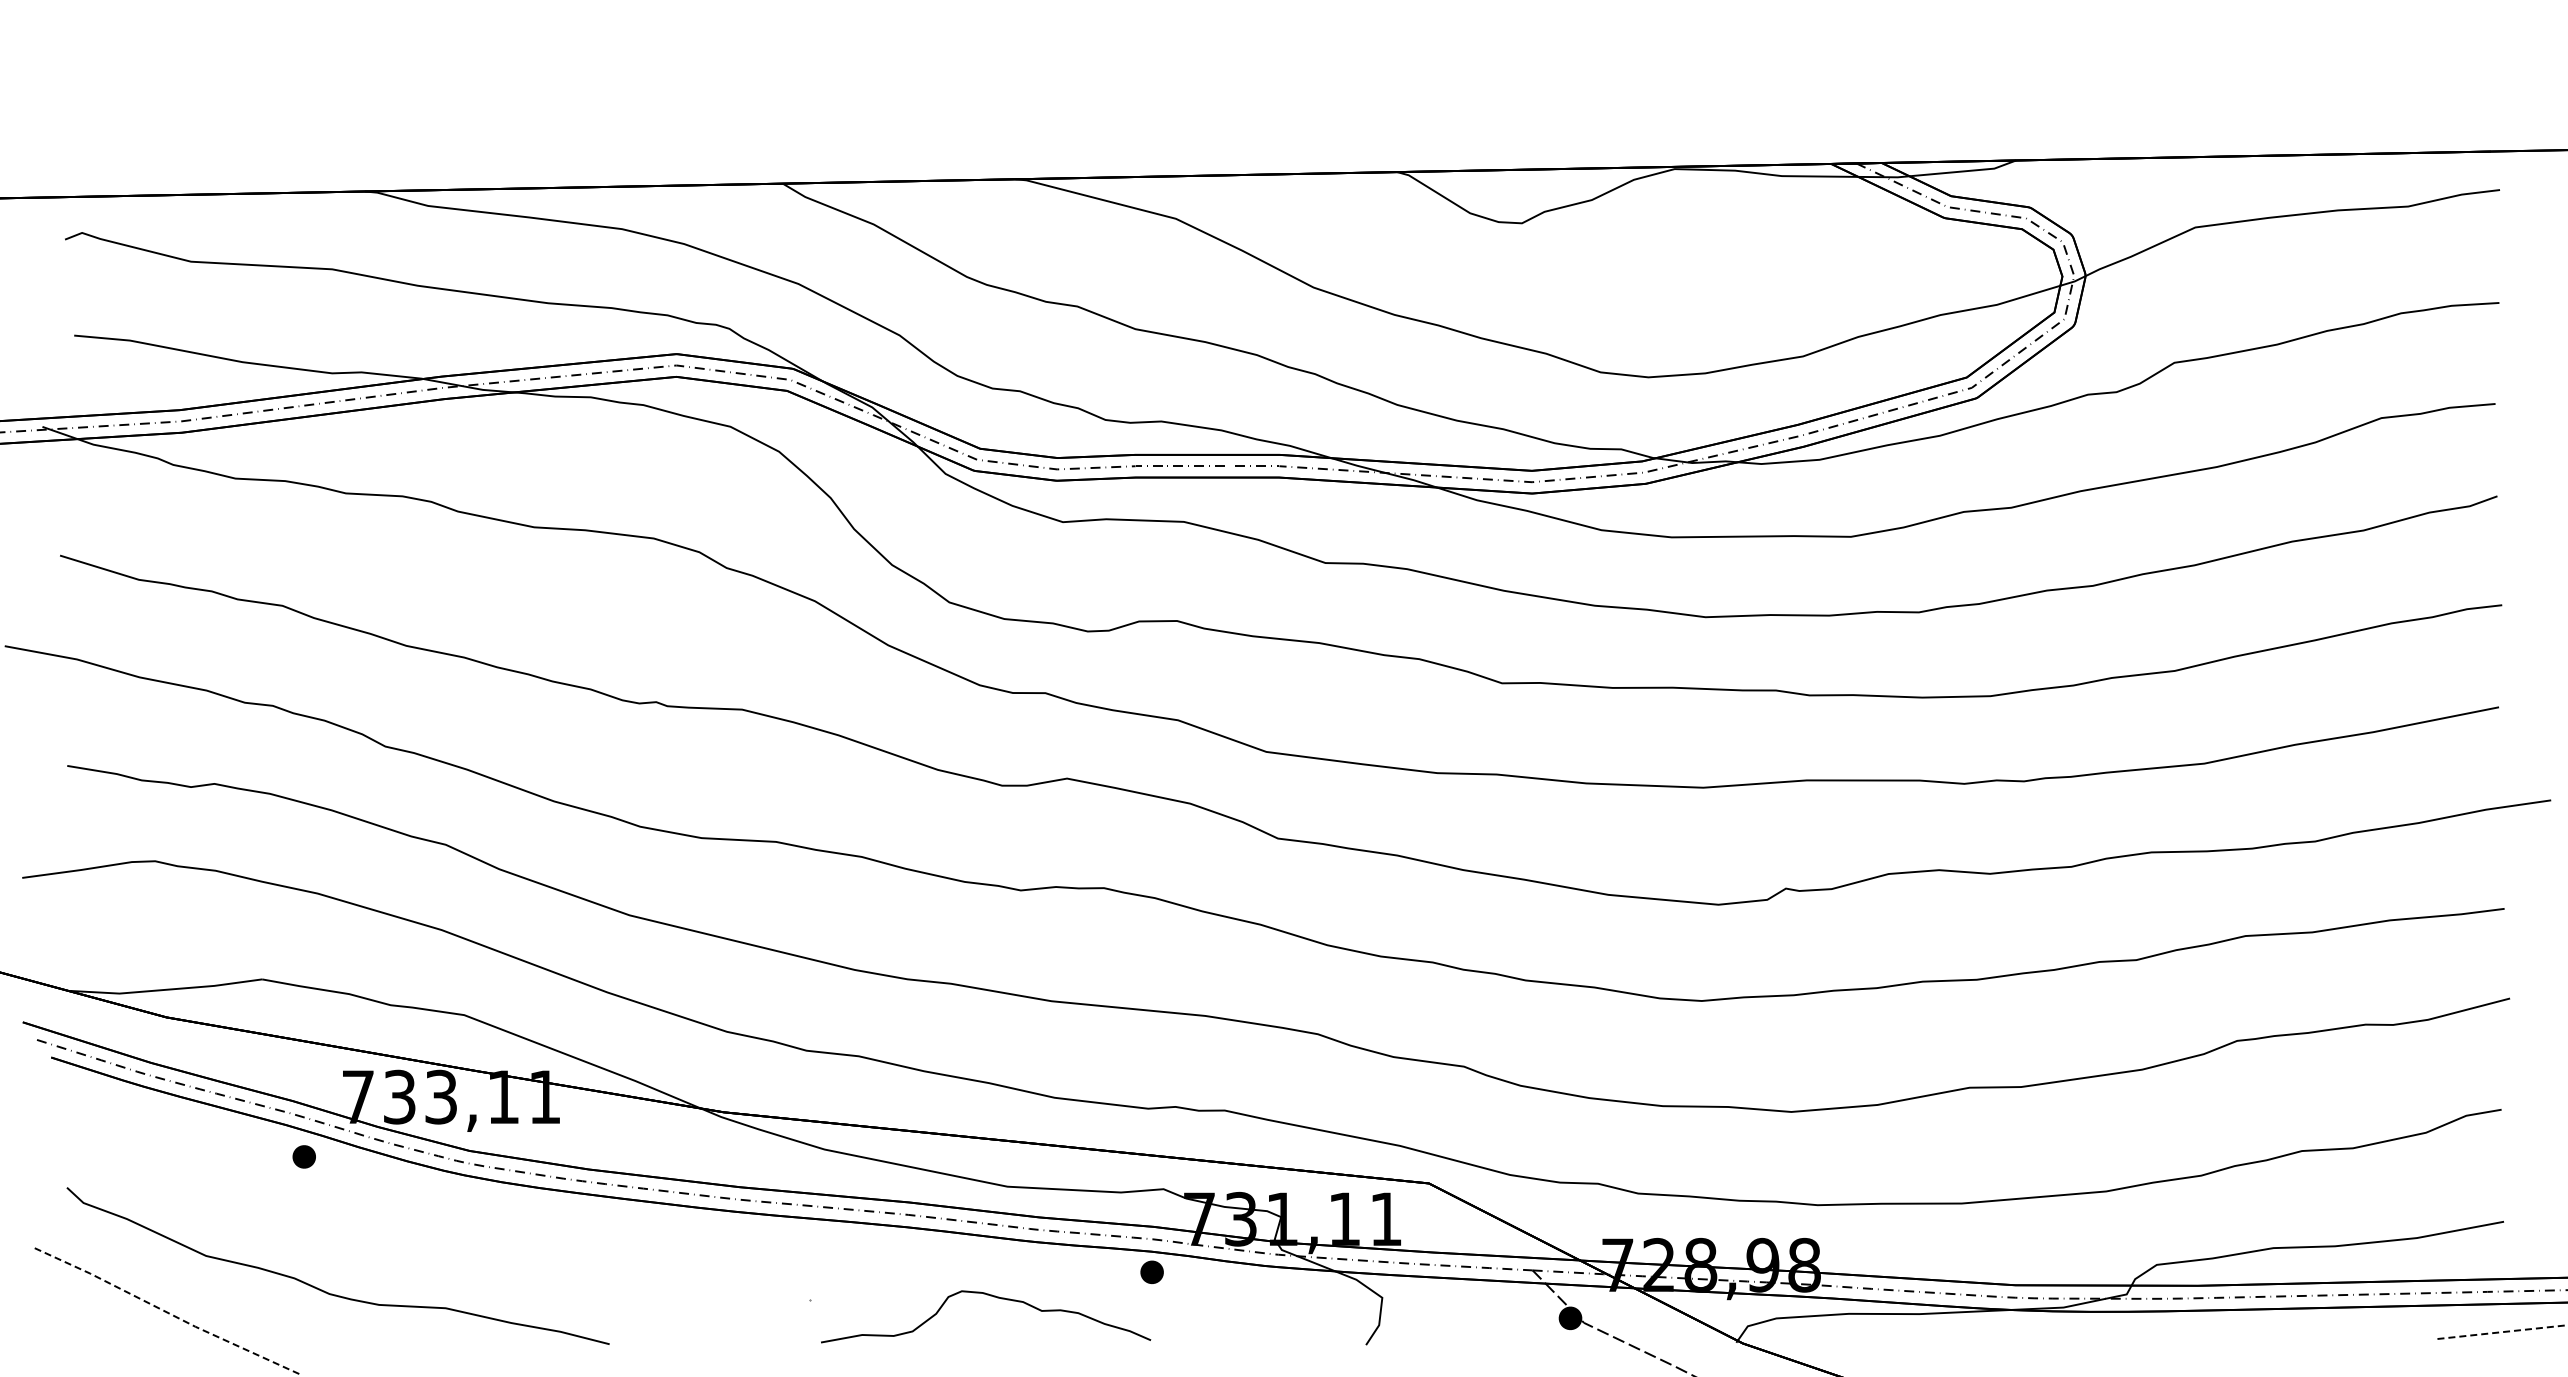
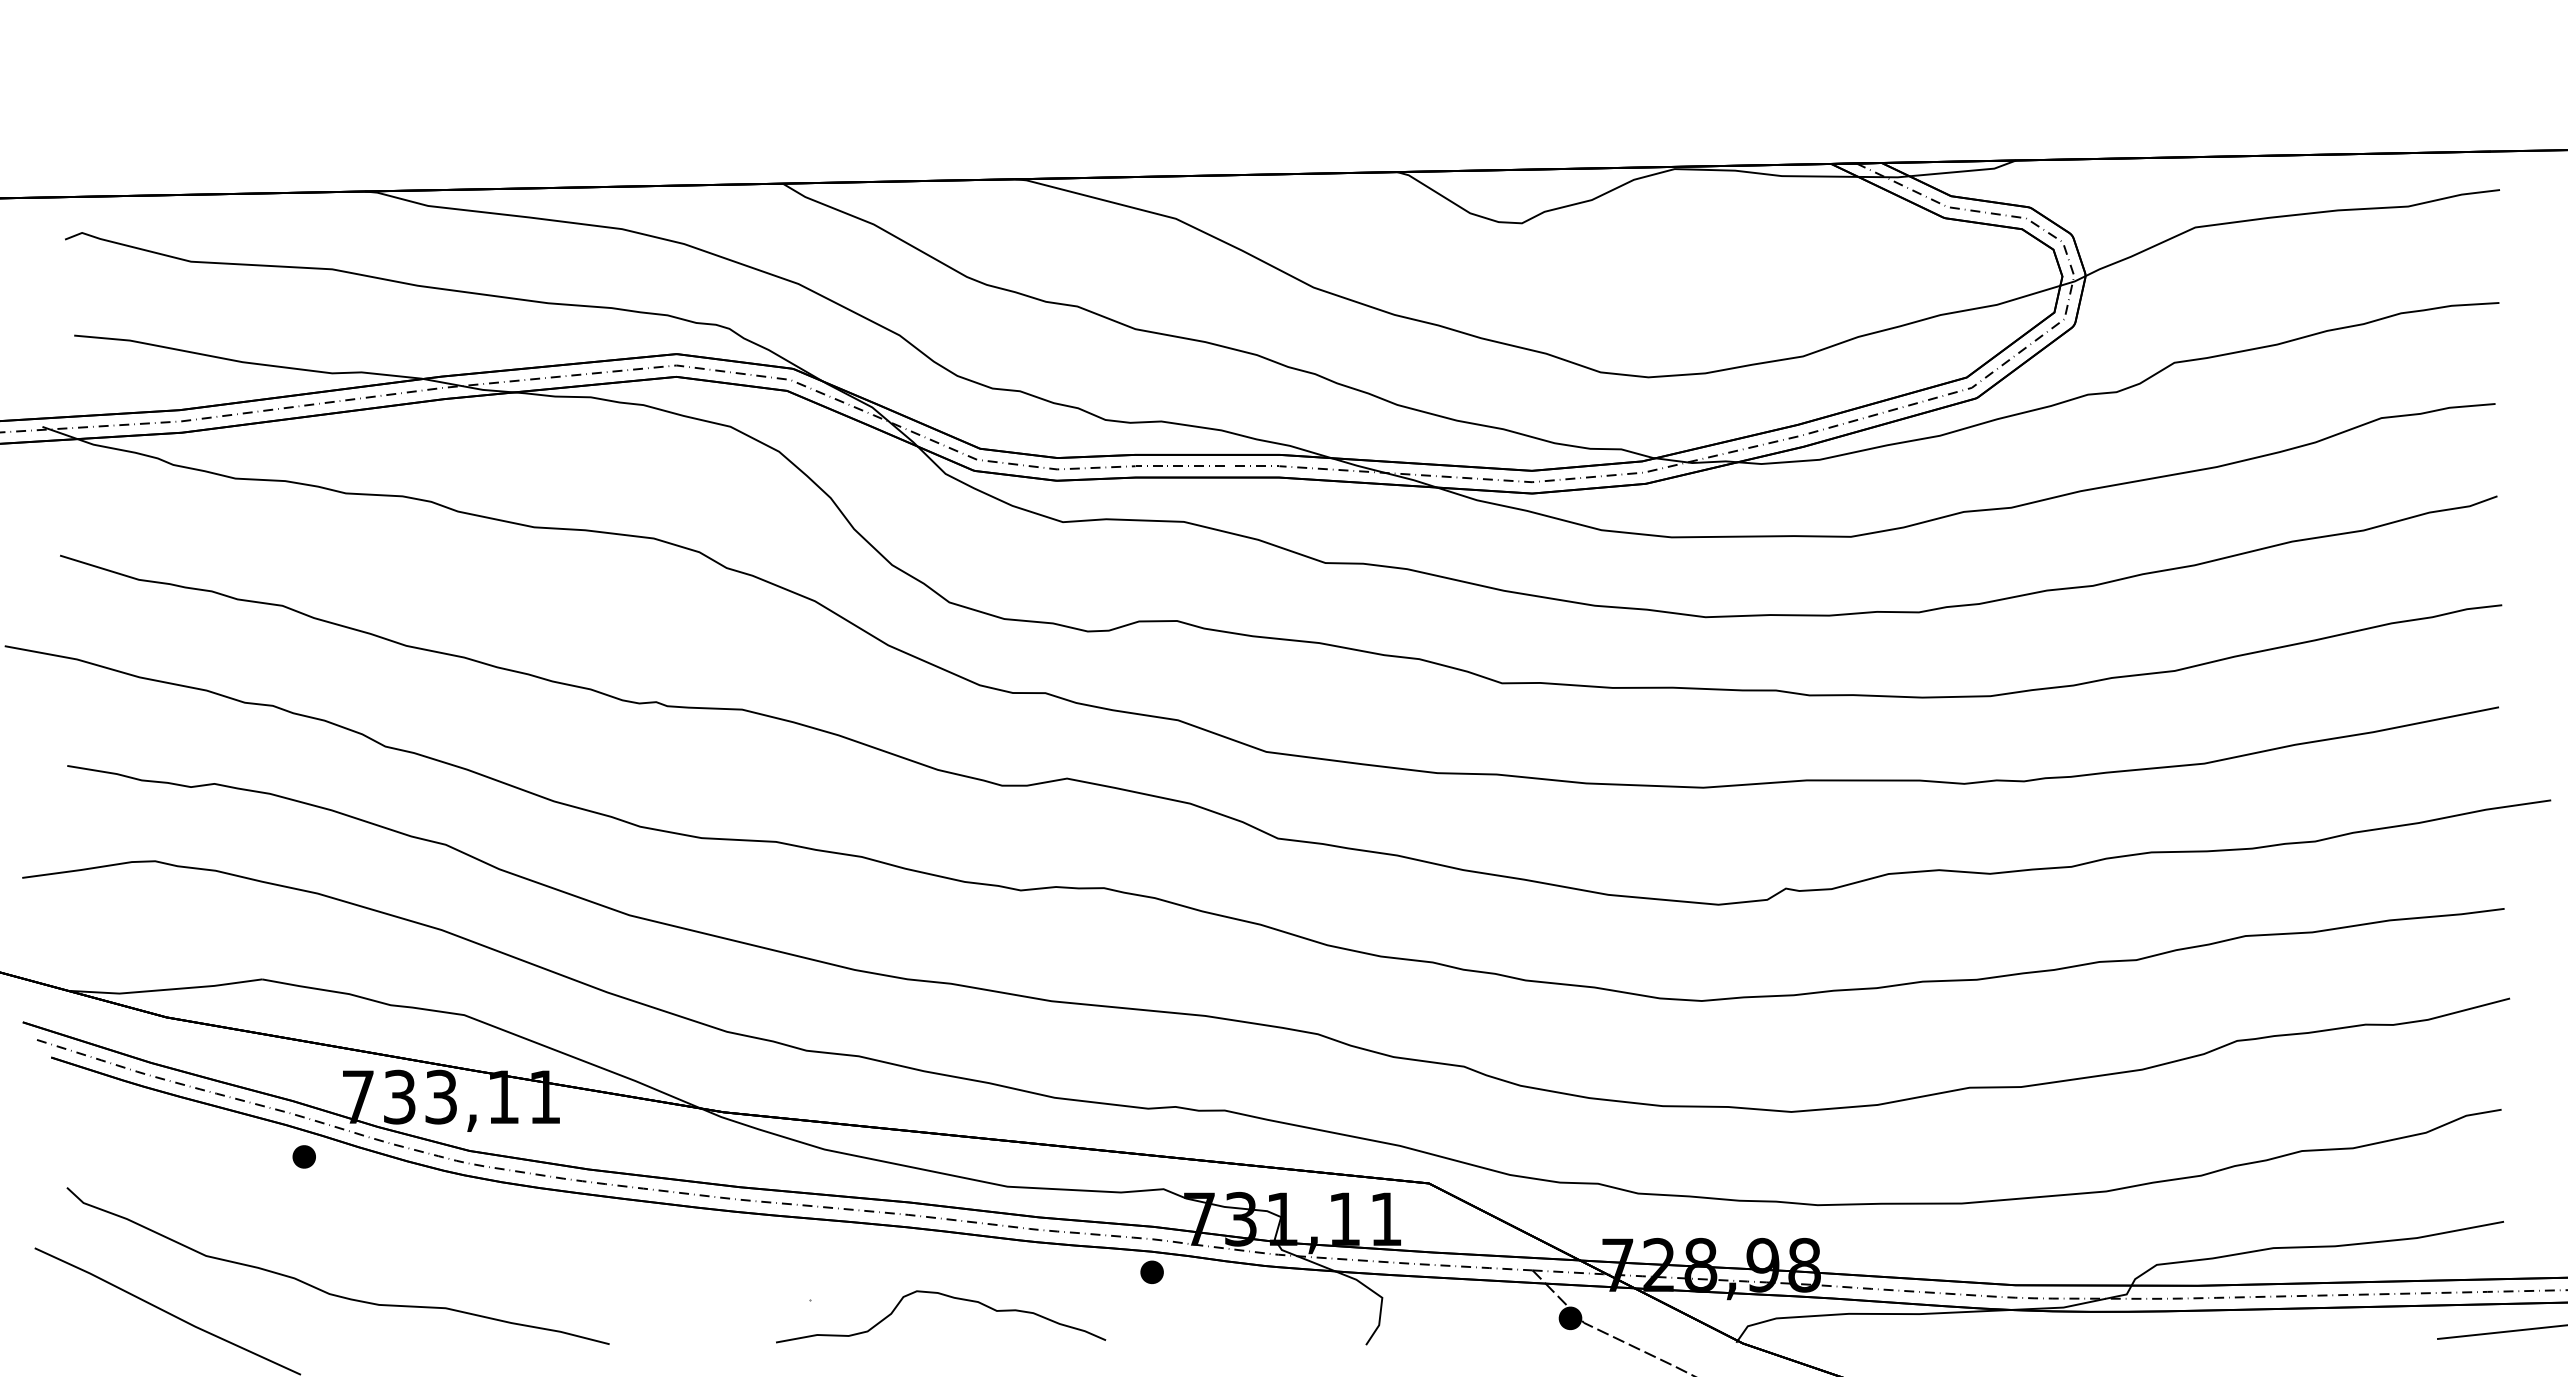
curve at (993, 1297) position: (993, 1297) -> (948, 1297)
line at (167, 1312): dashed -> solid
line at (2502, 1332): dashed -> solid
